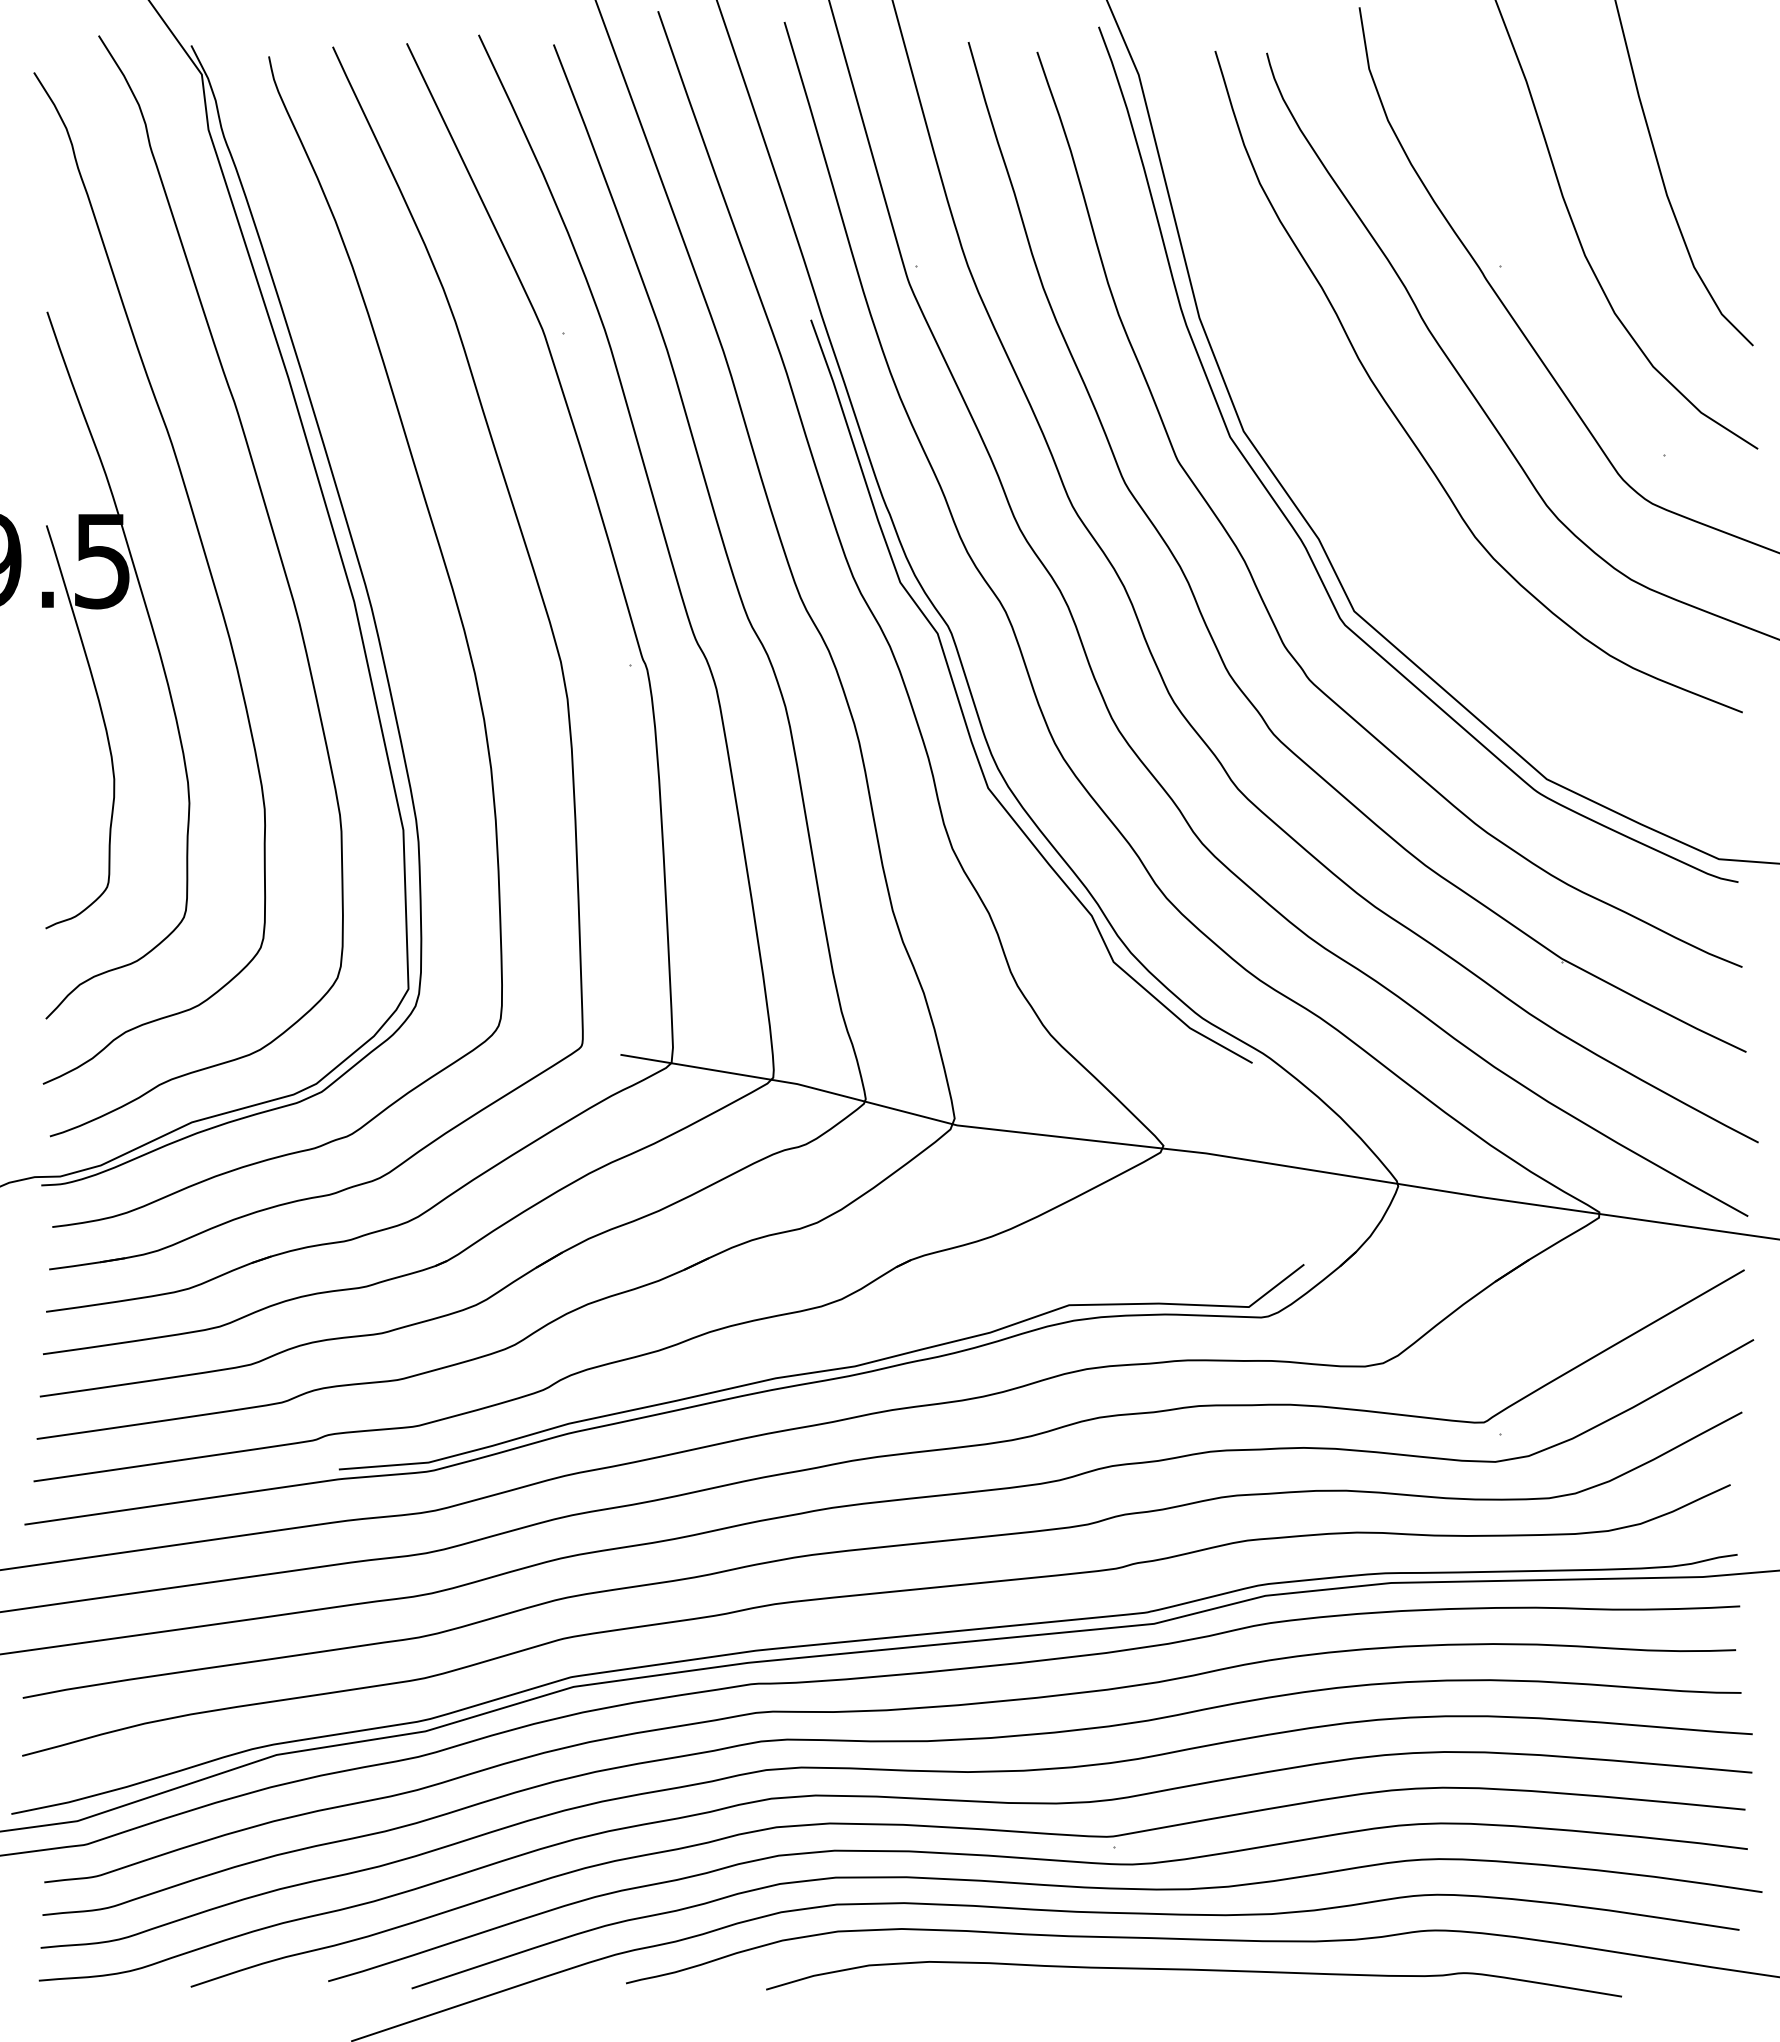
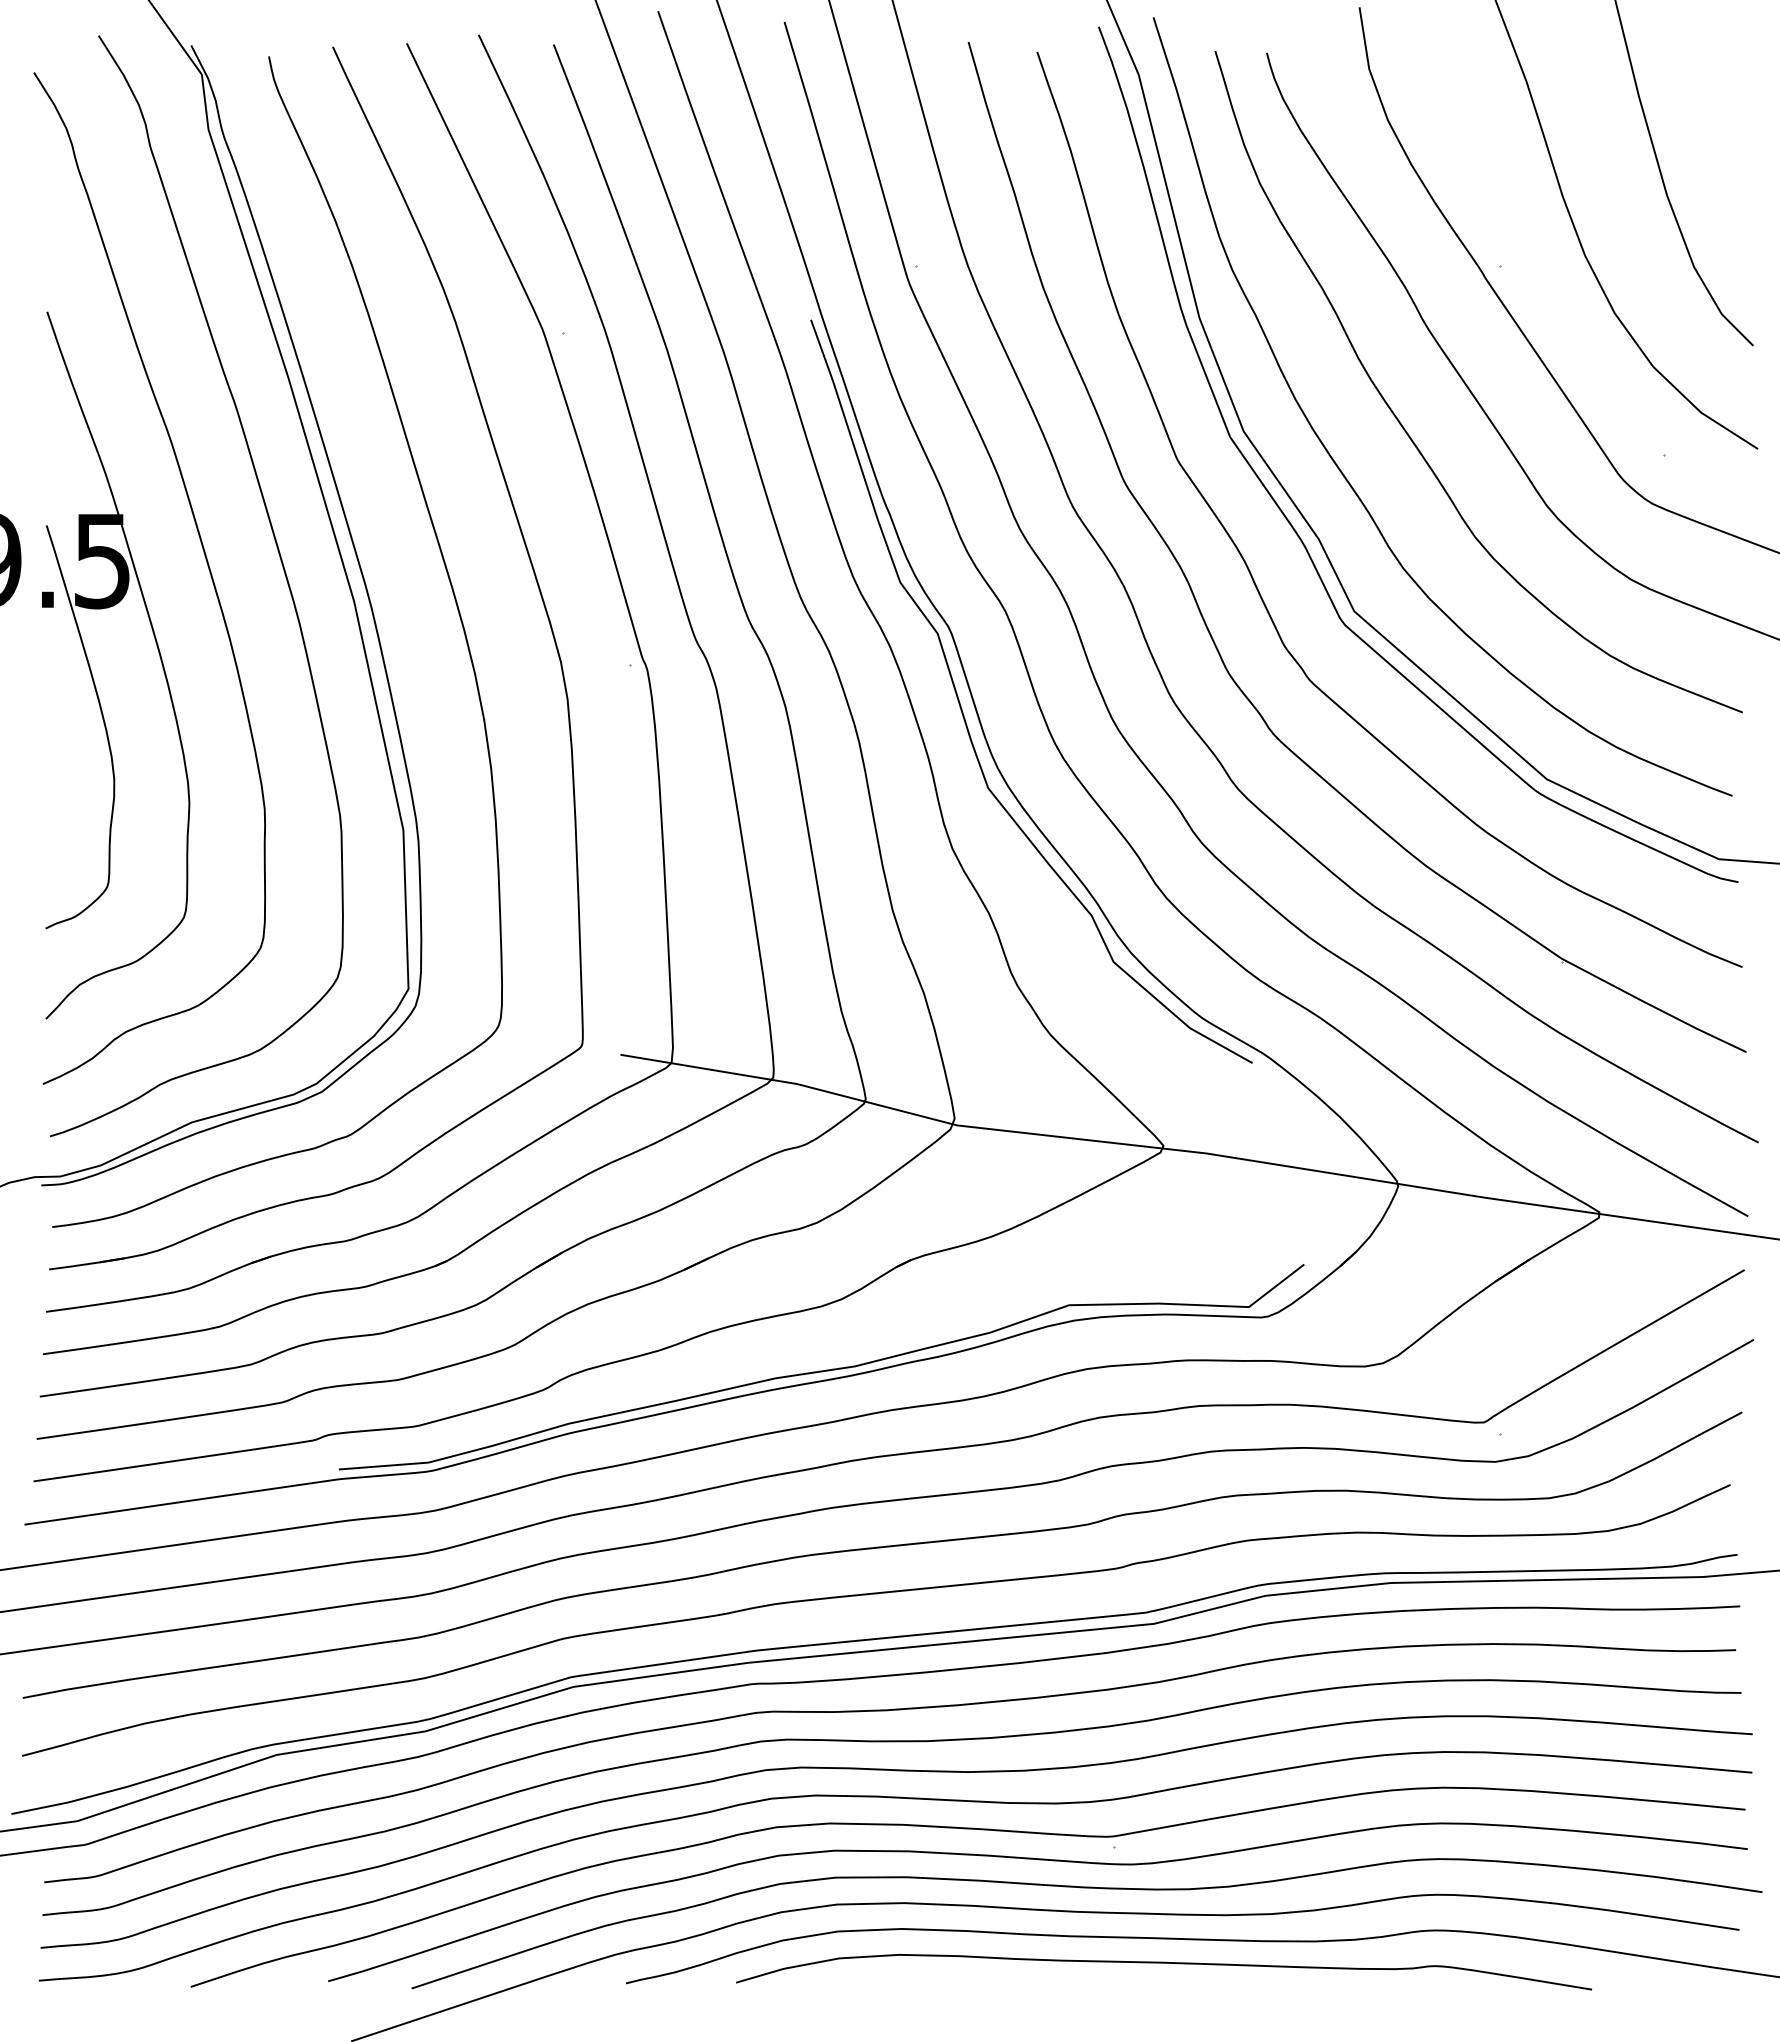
curve at (1342, 471): none -> present
curve at (1193, 1970) position: (1193, 1970) -> (1163, 1963)
